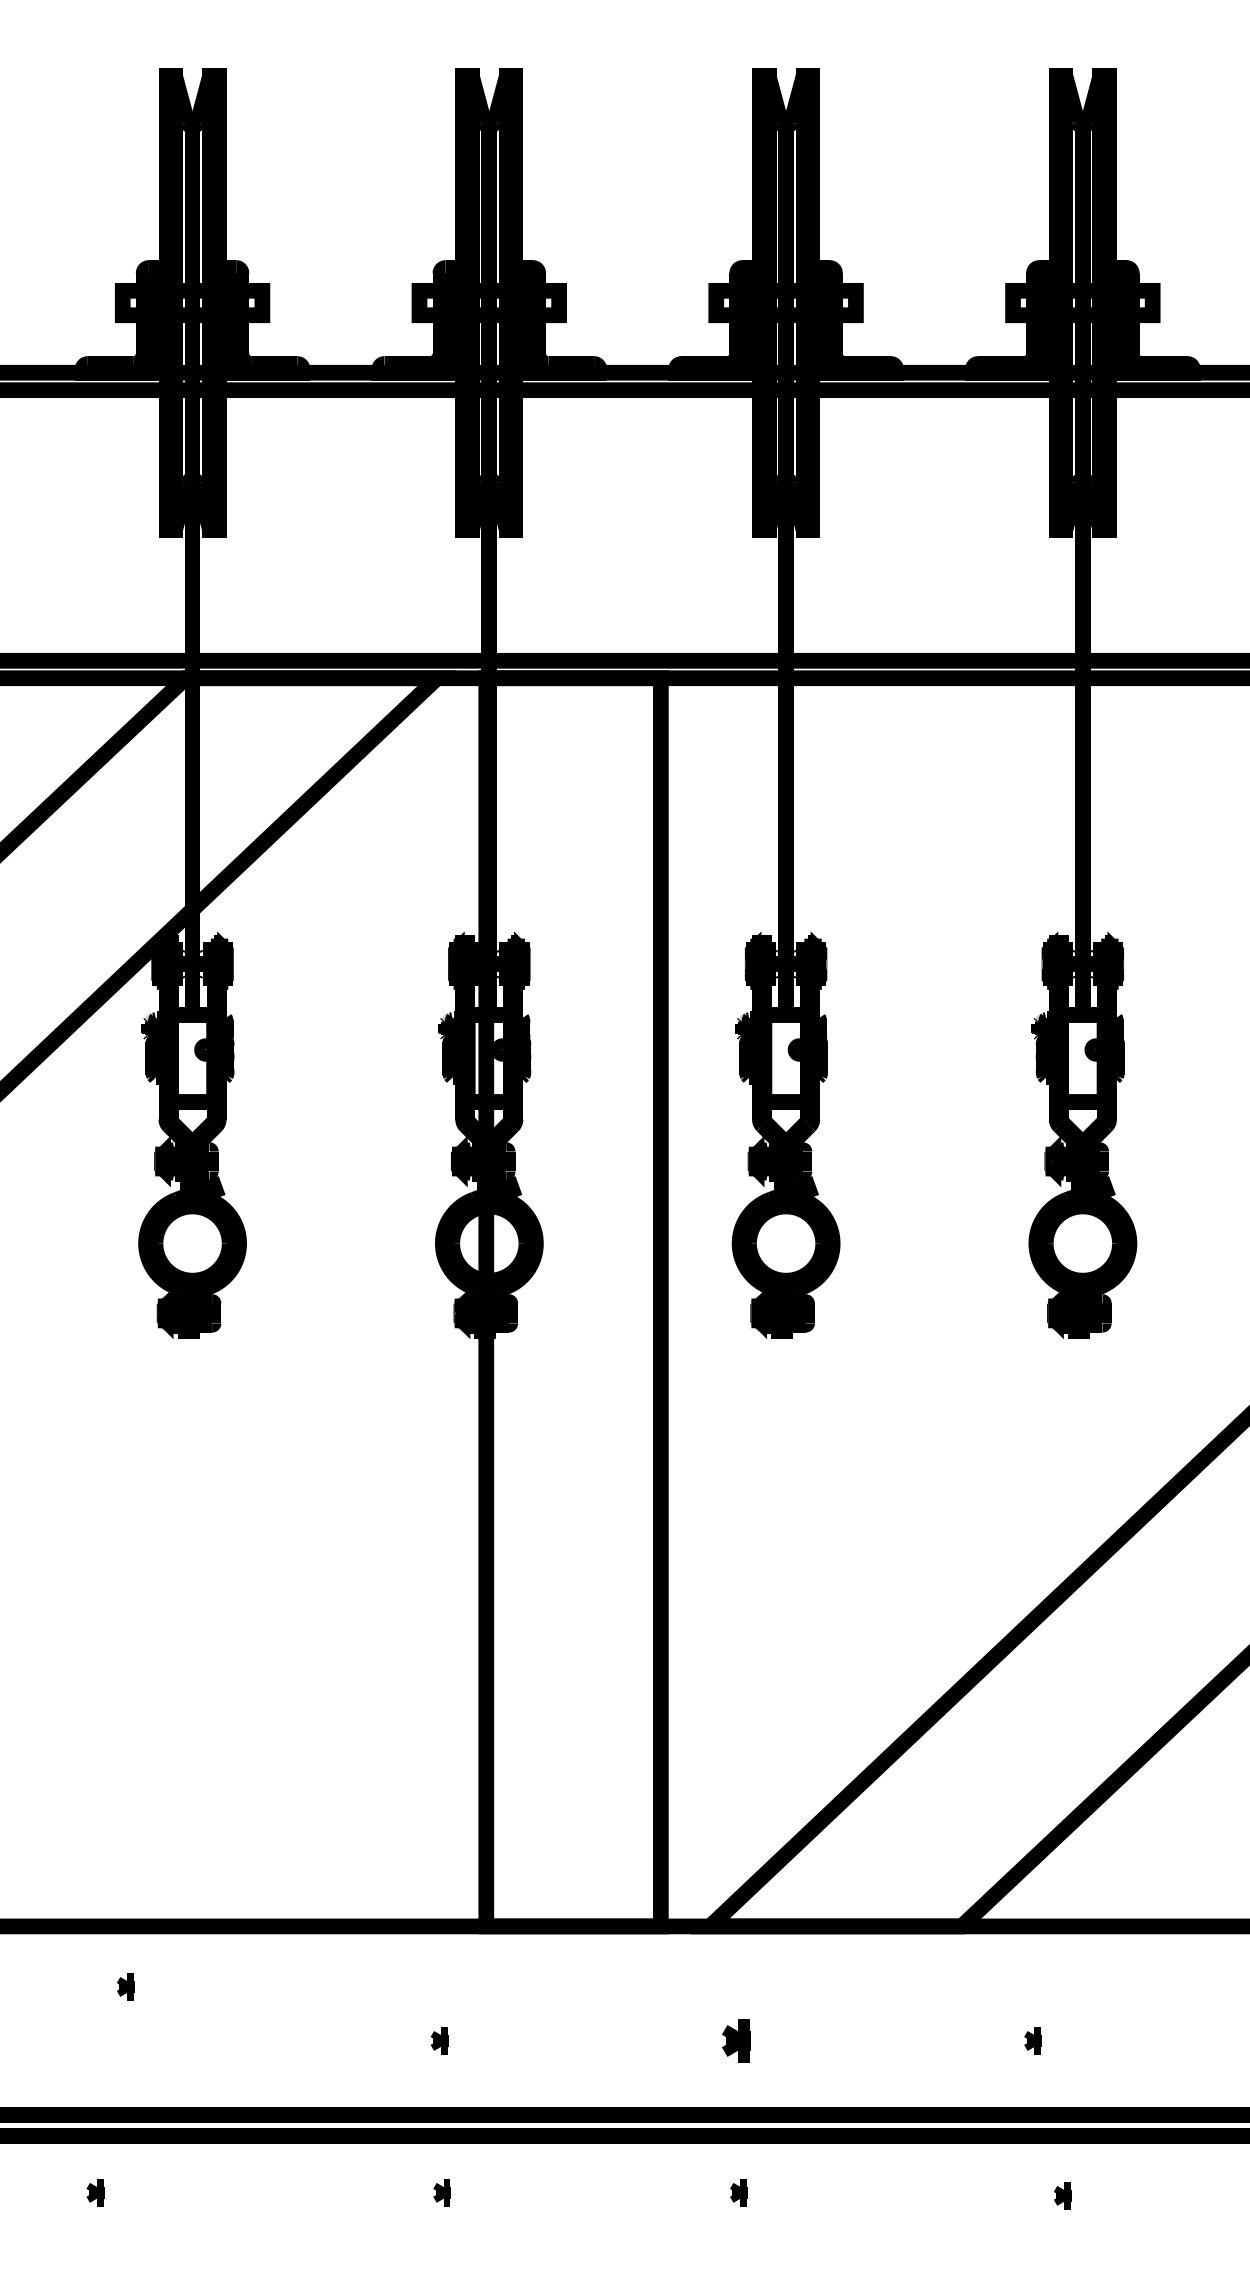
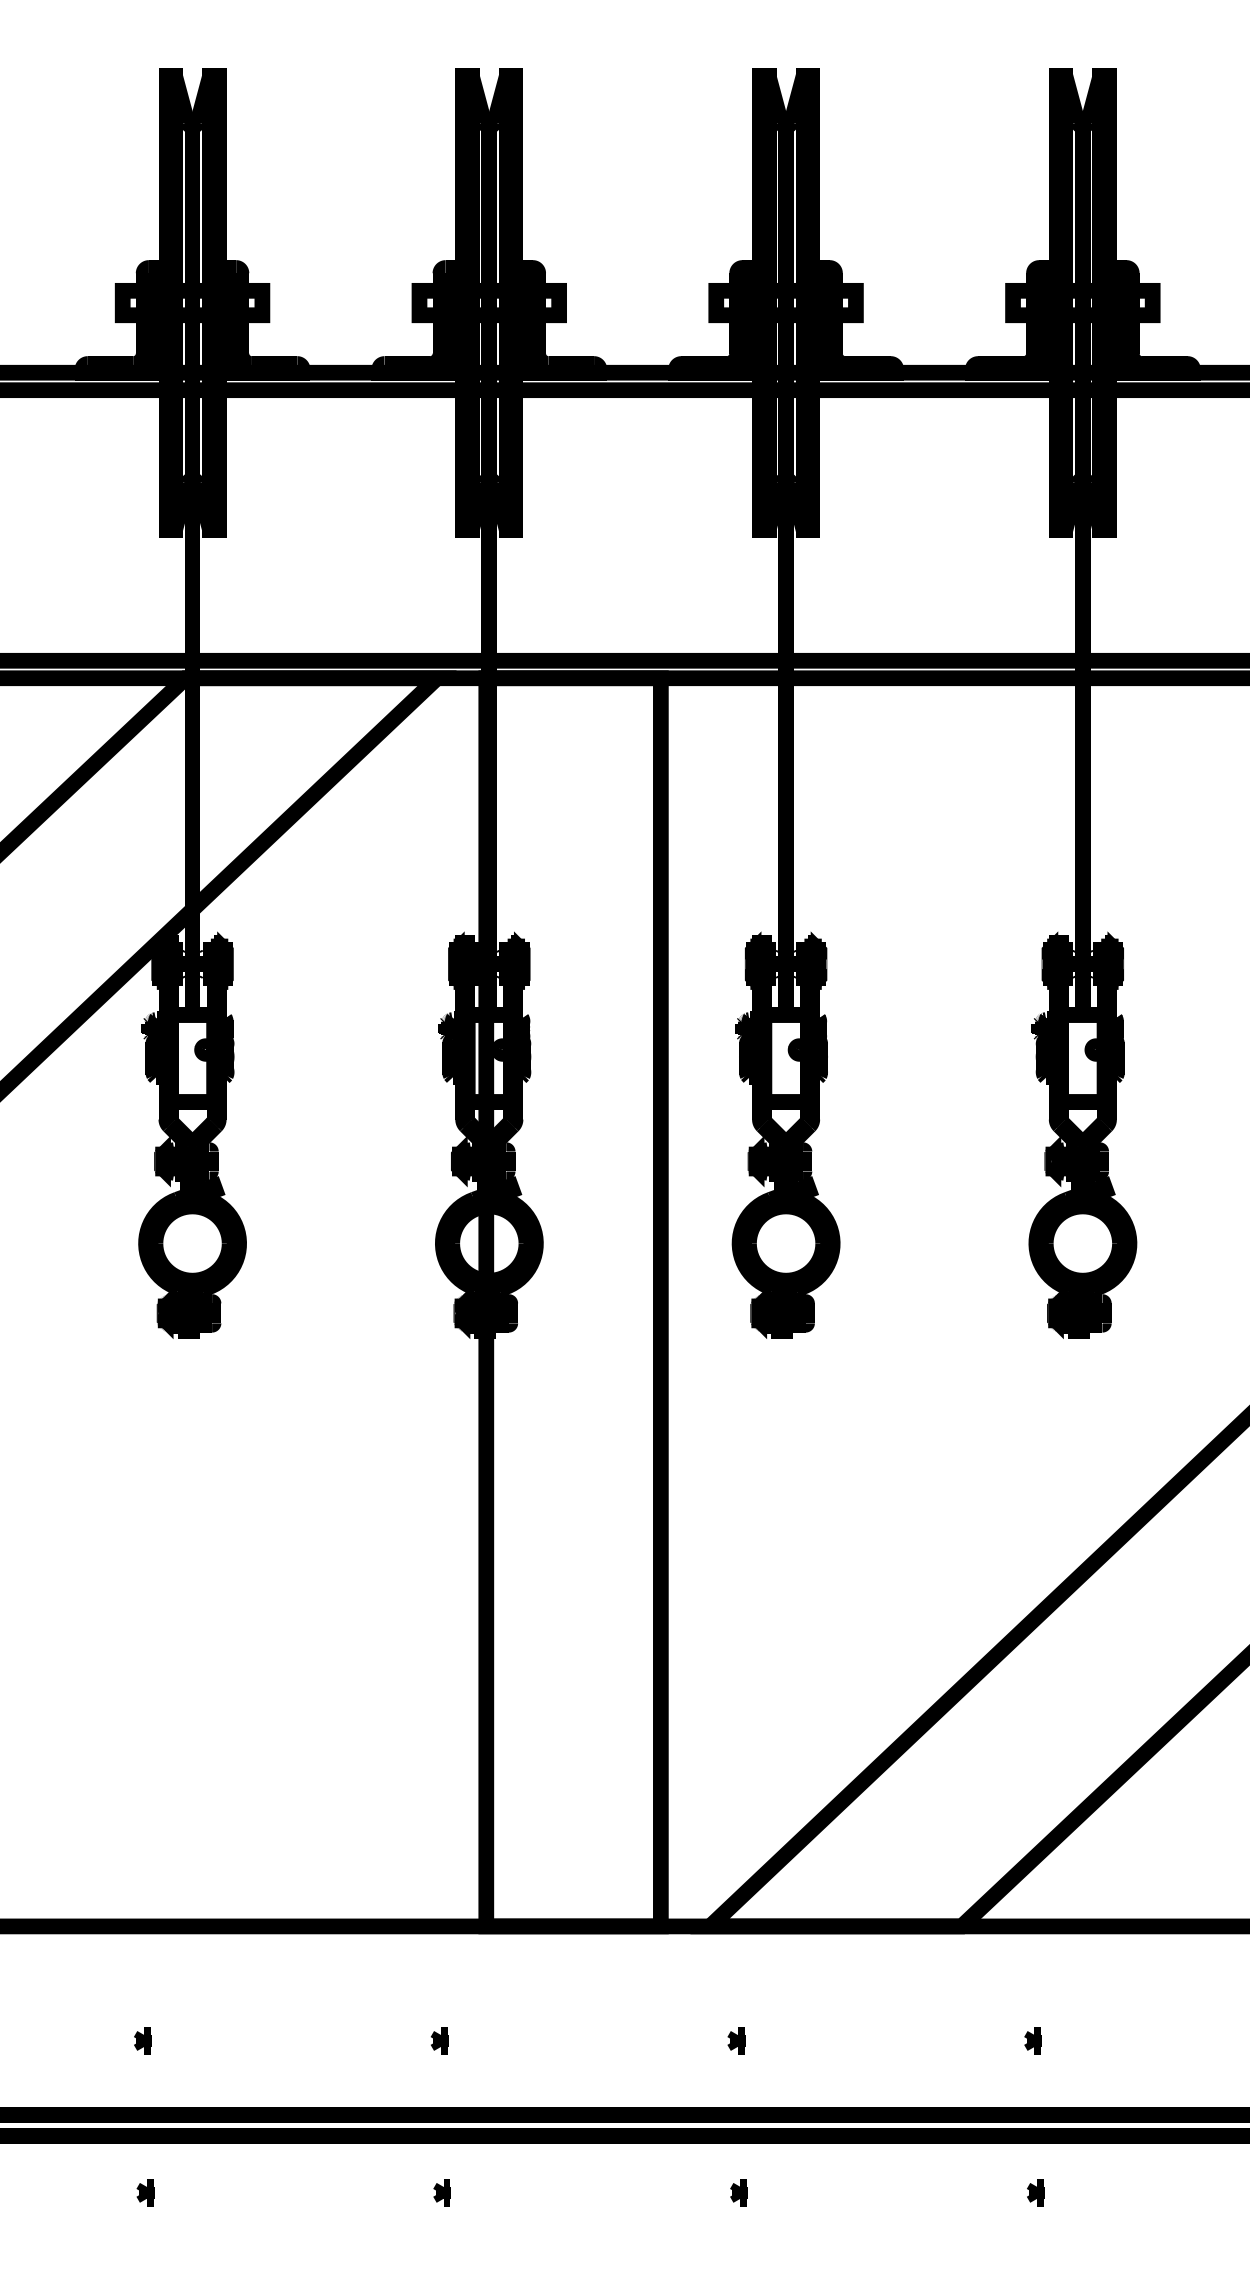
part at (125, 1986) position: (125, 1986) -> (142, 2040)
part at (736, 2040) size: 29x44 px -> 19x28 px
part at (95, 2192) position: (95, 2192) -> (145, 2192)
part at (1062, 2195) position: (1062, 2195) -> (1035, 2192)
